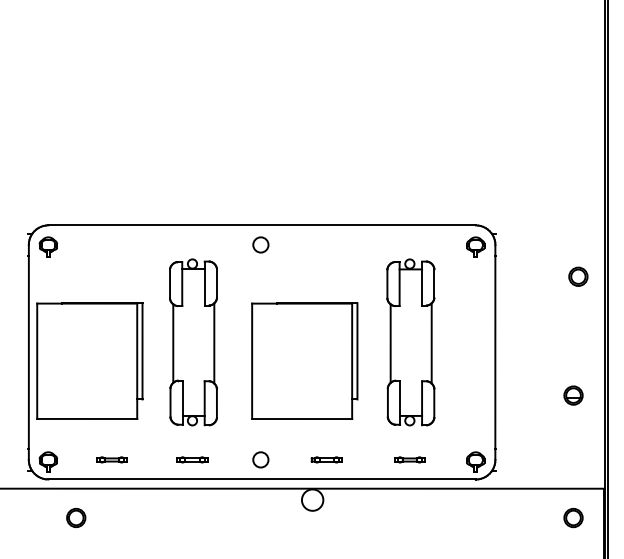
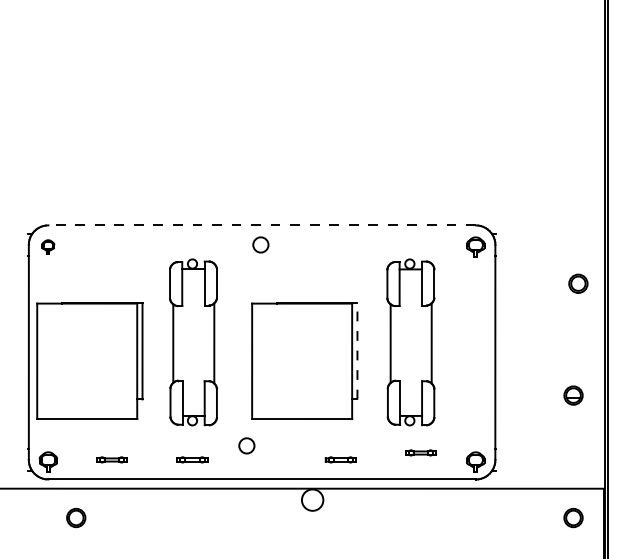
line at (262, 225): solid -> dashed
part at (47, 246) size: 20x22 px -> 15x16 px
part at (578, 276) position: (578, 276) -> (578, 283)
line at (357, 350): solid -> dashed
circle at (260, 459) position: (260, 459) -> (246, 445)
part at (326, 459) position: (326, 459) -> (340, 459)
part at (409, 459) position: (409, 459) -> (420, 452)
